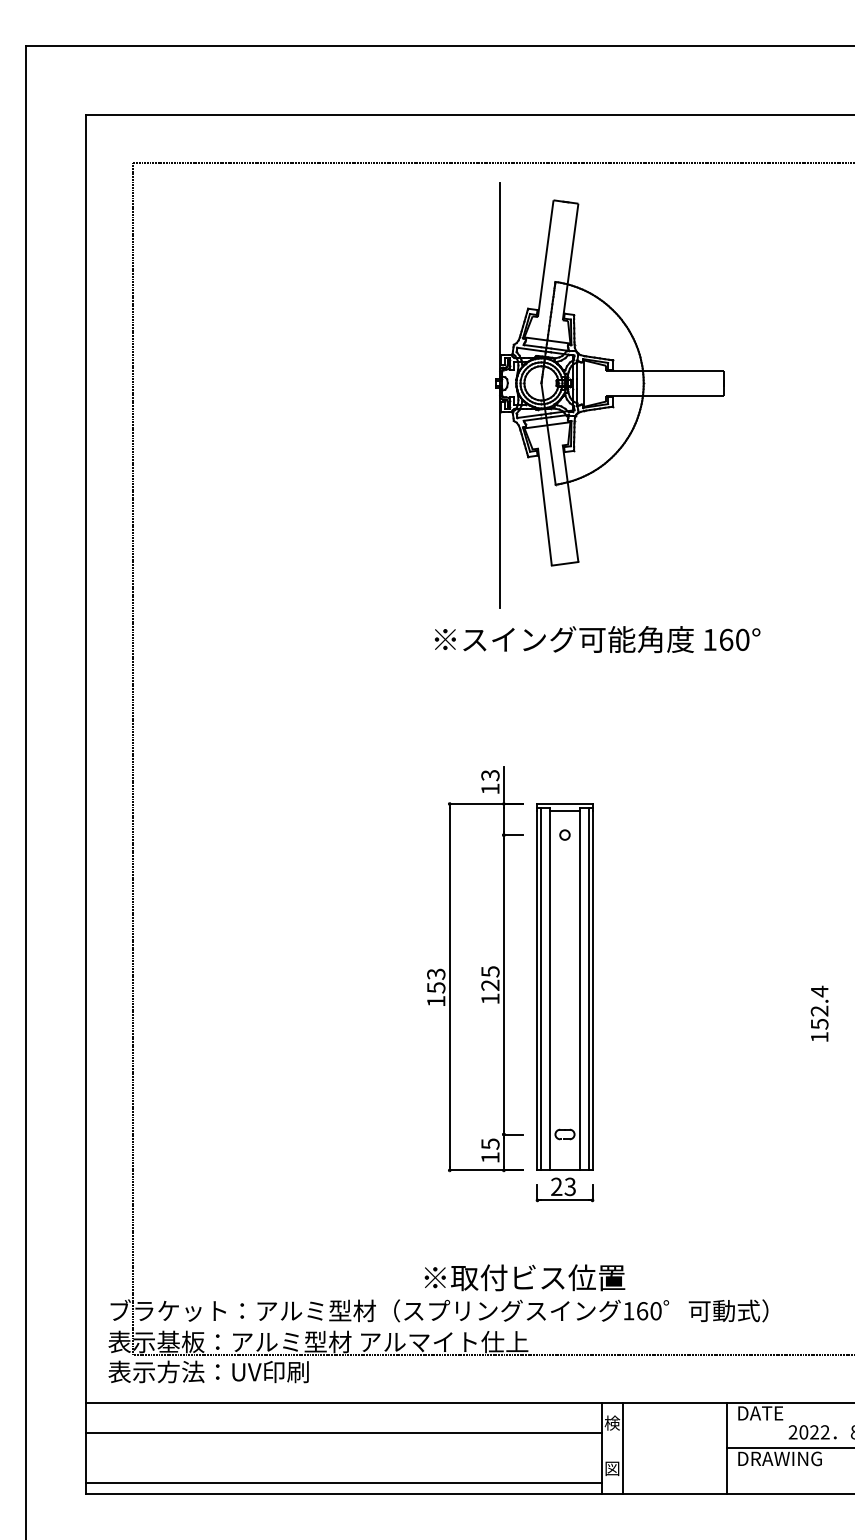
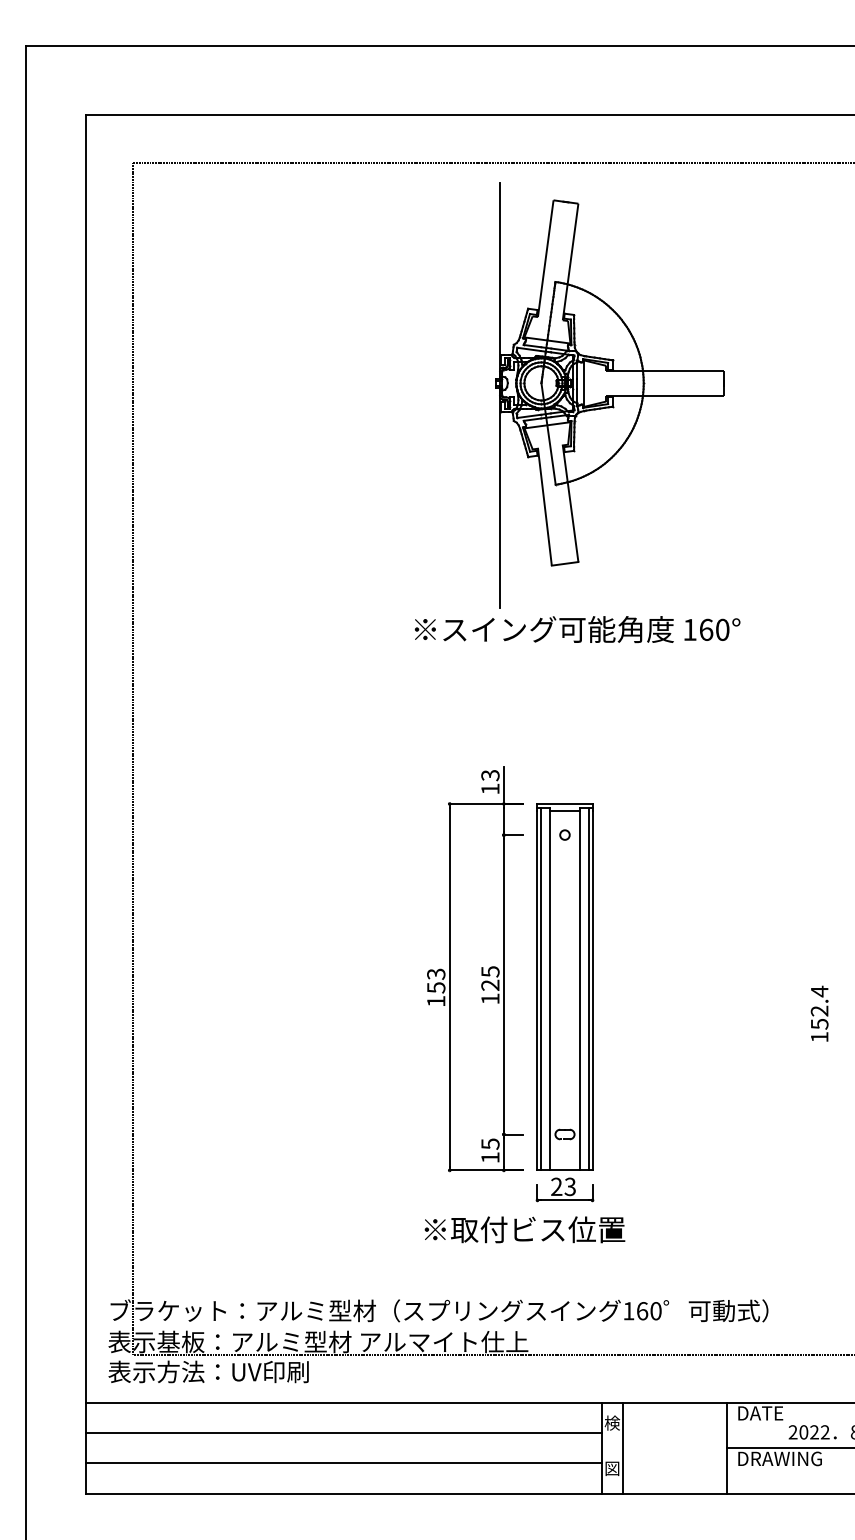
text at (597, 639) position: (597, 639) -> (577, 629)
text at (524, 1277) position: (524, 1277) -> (524, 1229)
line at (343, 1483) position: (343, 1483) -> (343, 1463)
